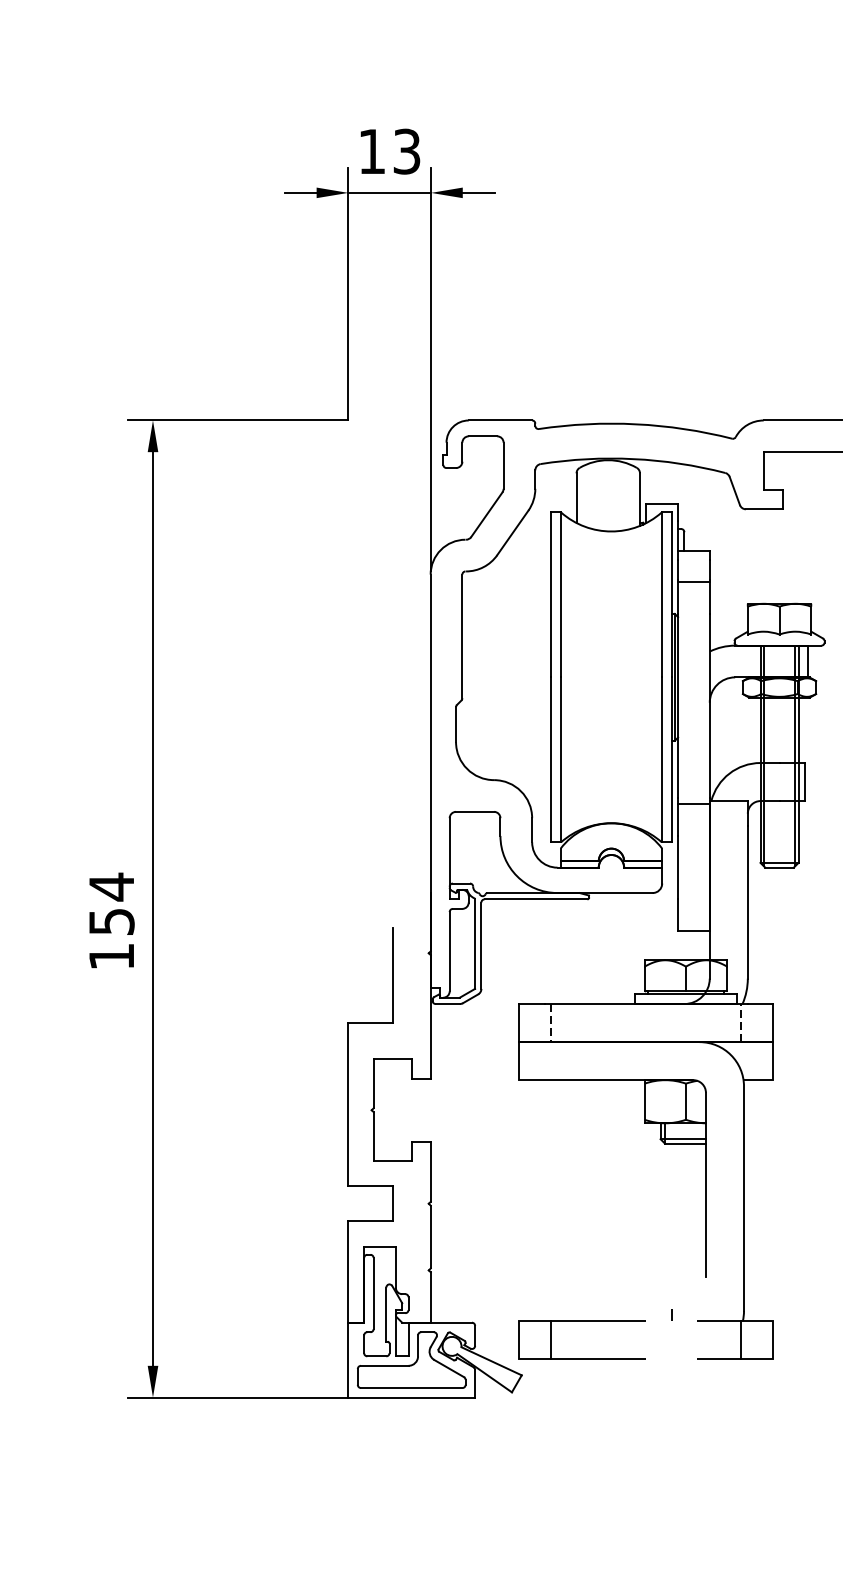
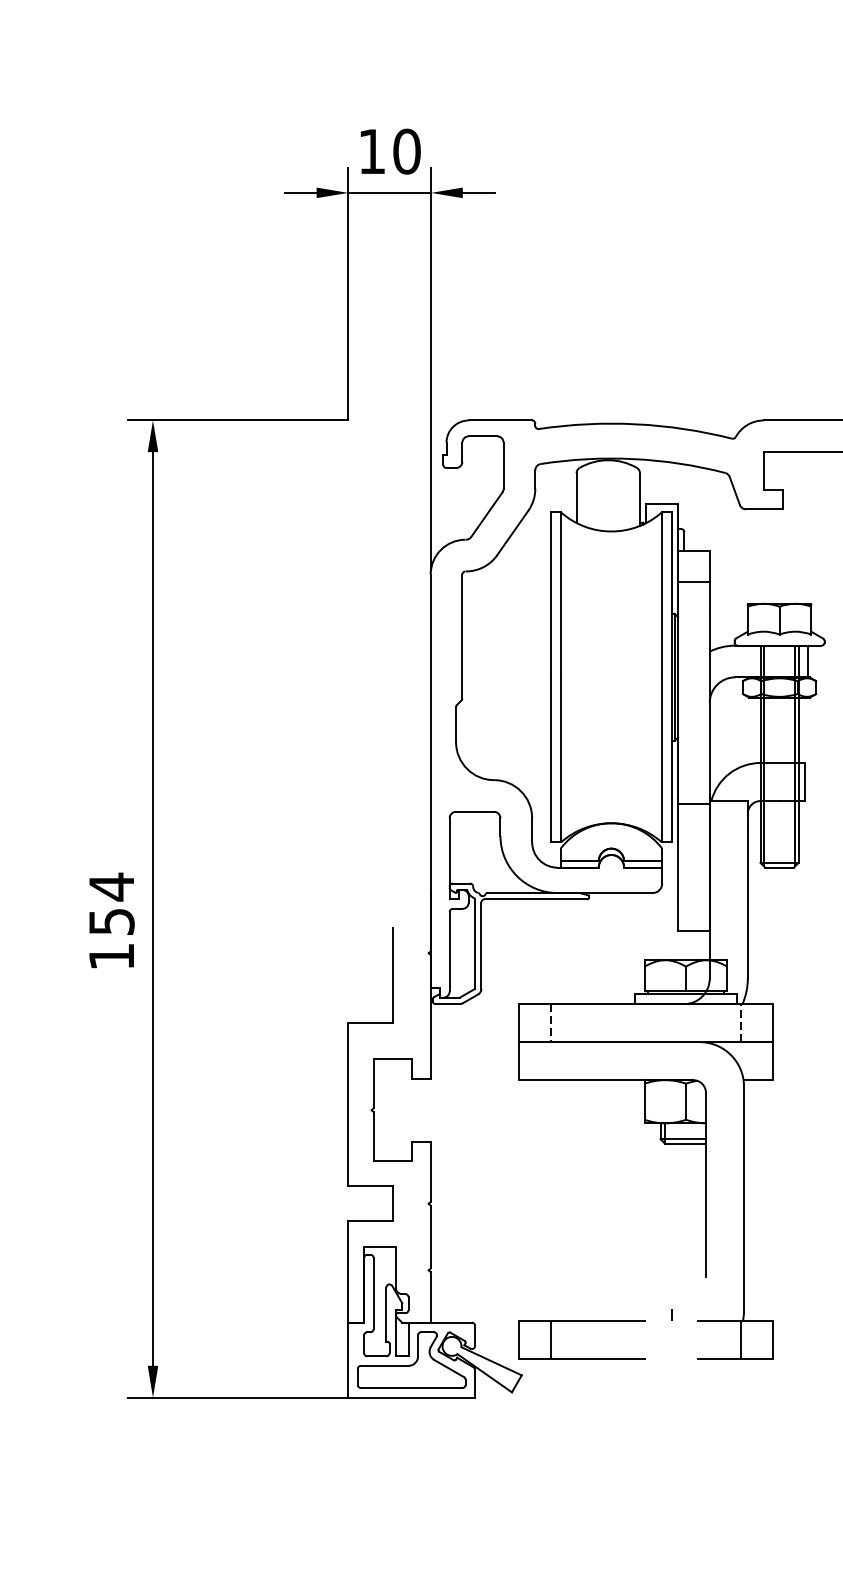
text at (406, 151): 13 -> 10
